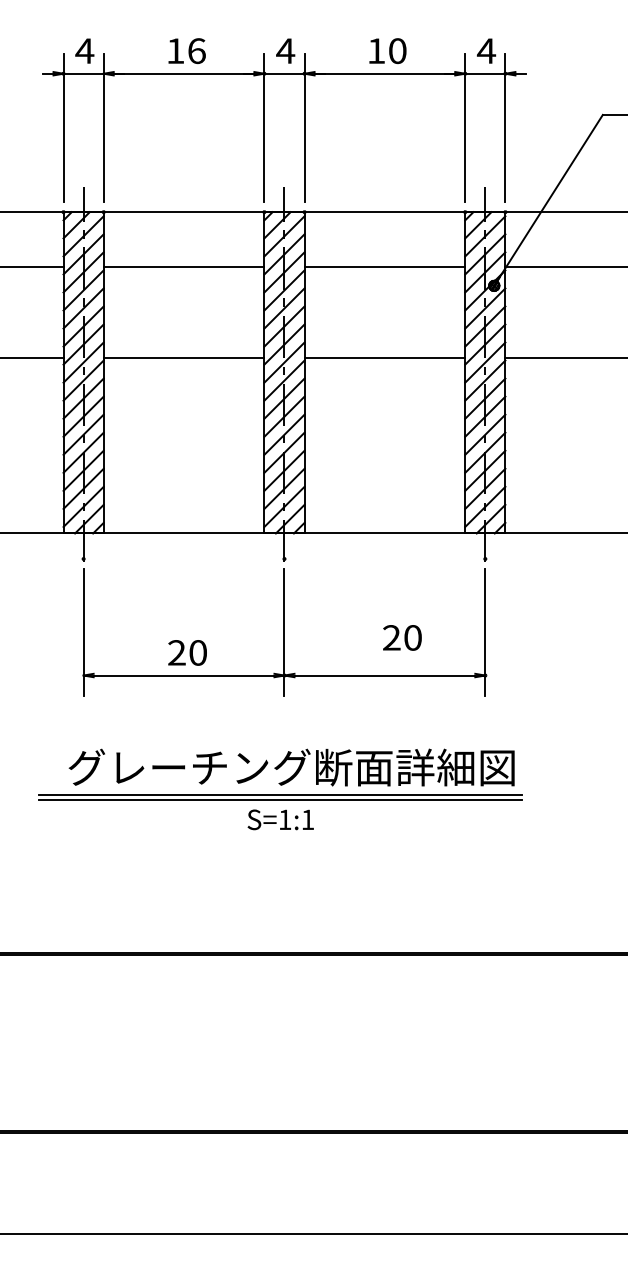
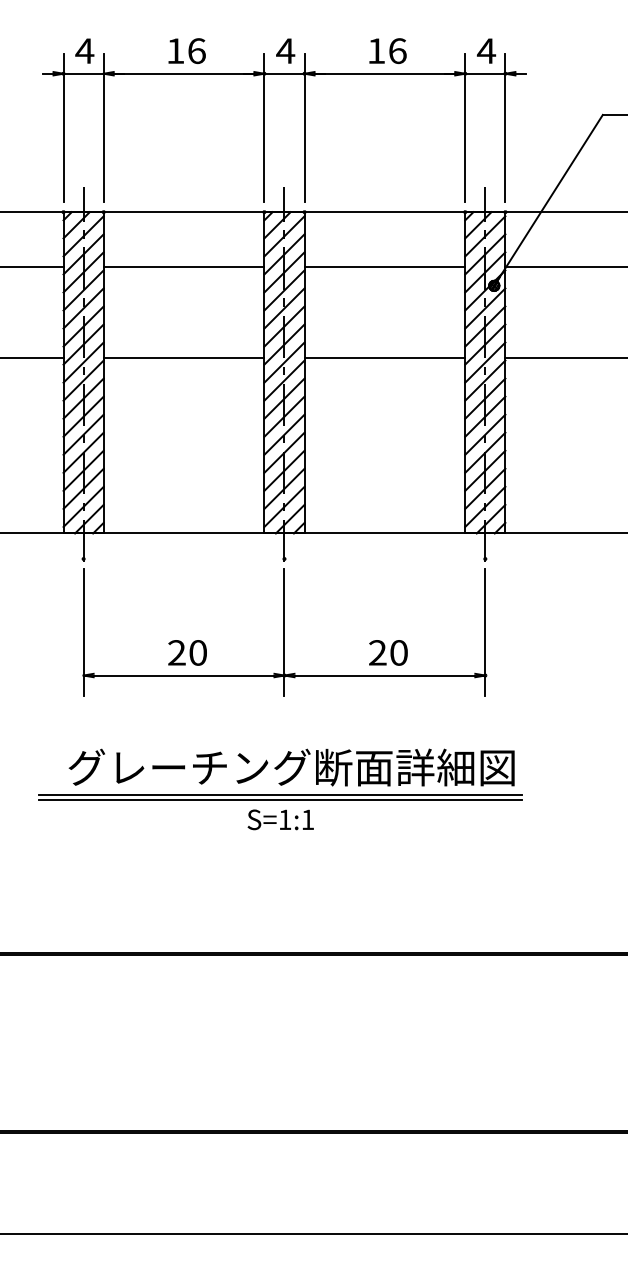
text at (397, 50): 10 -> 16
text at (402, 637) position: (402, 637) -> (388, 652)
